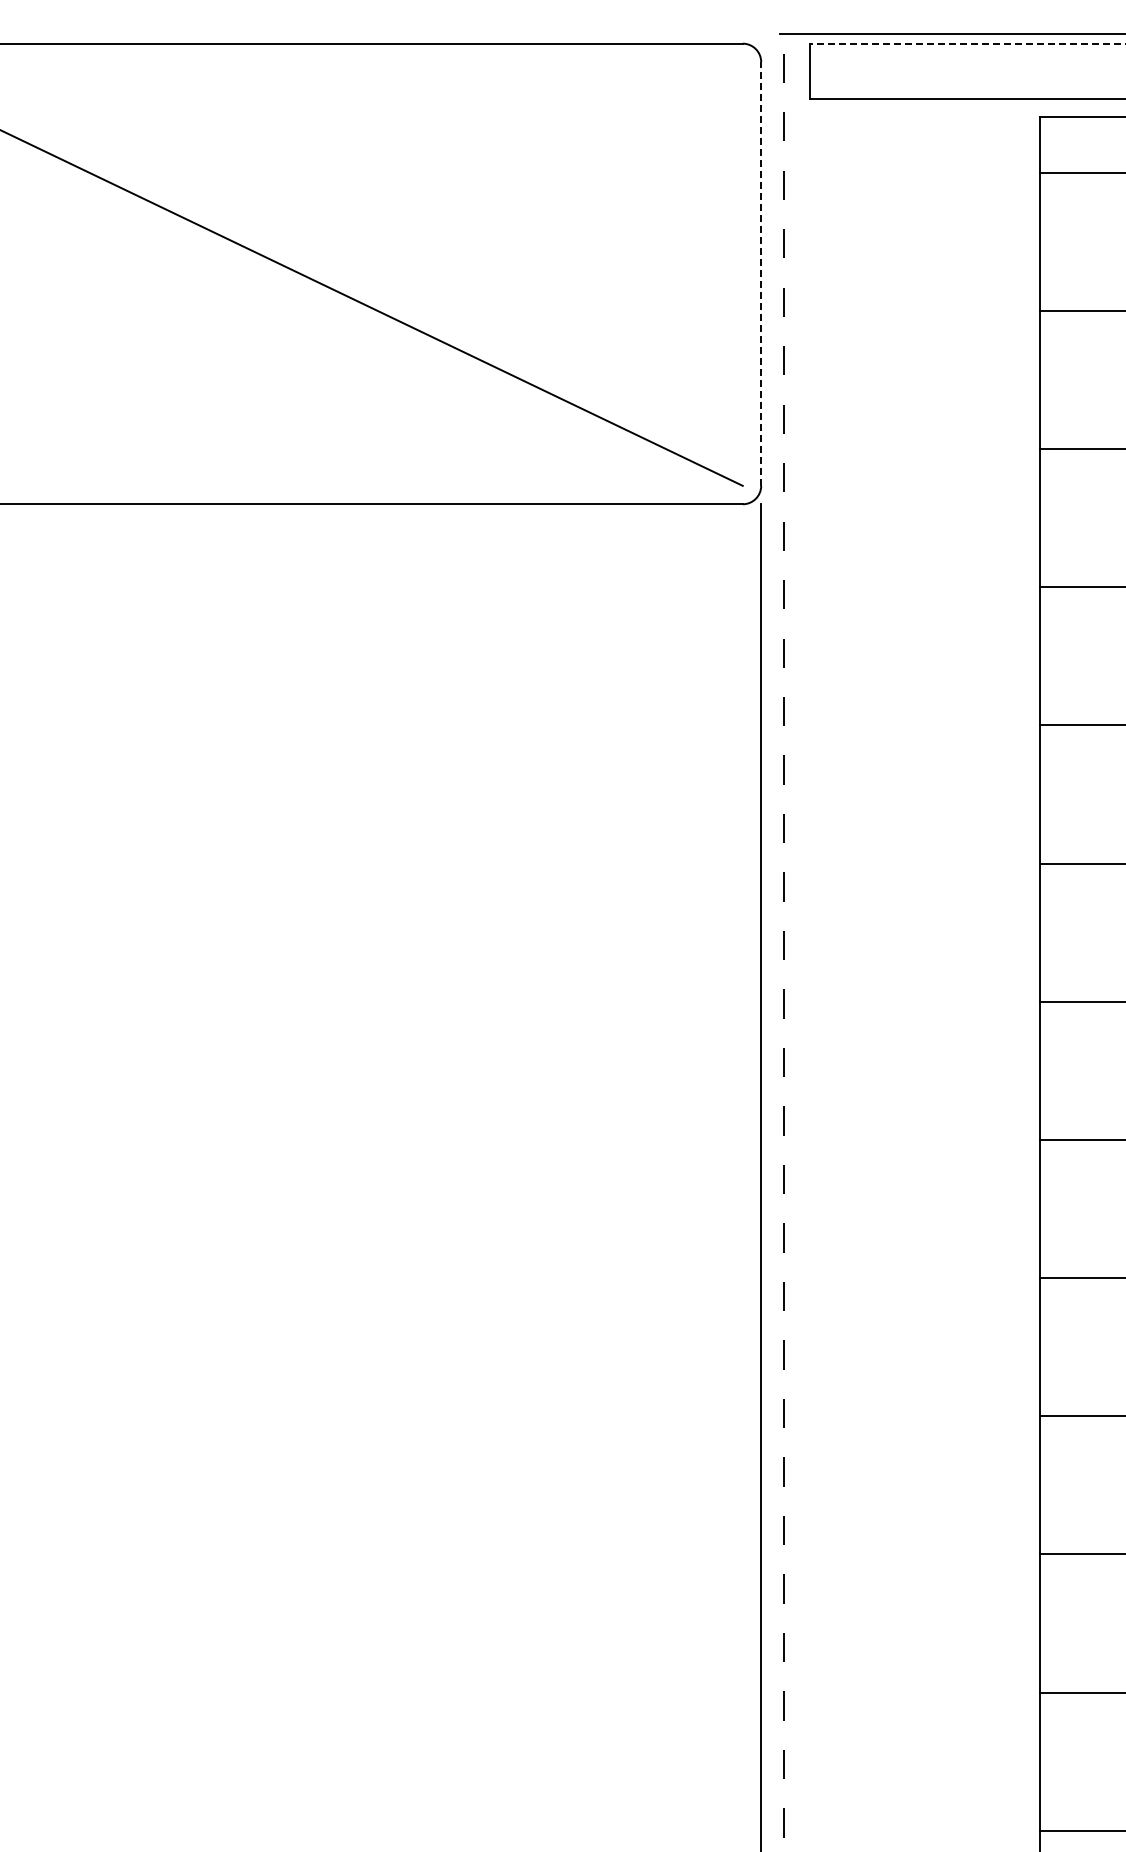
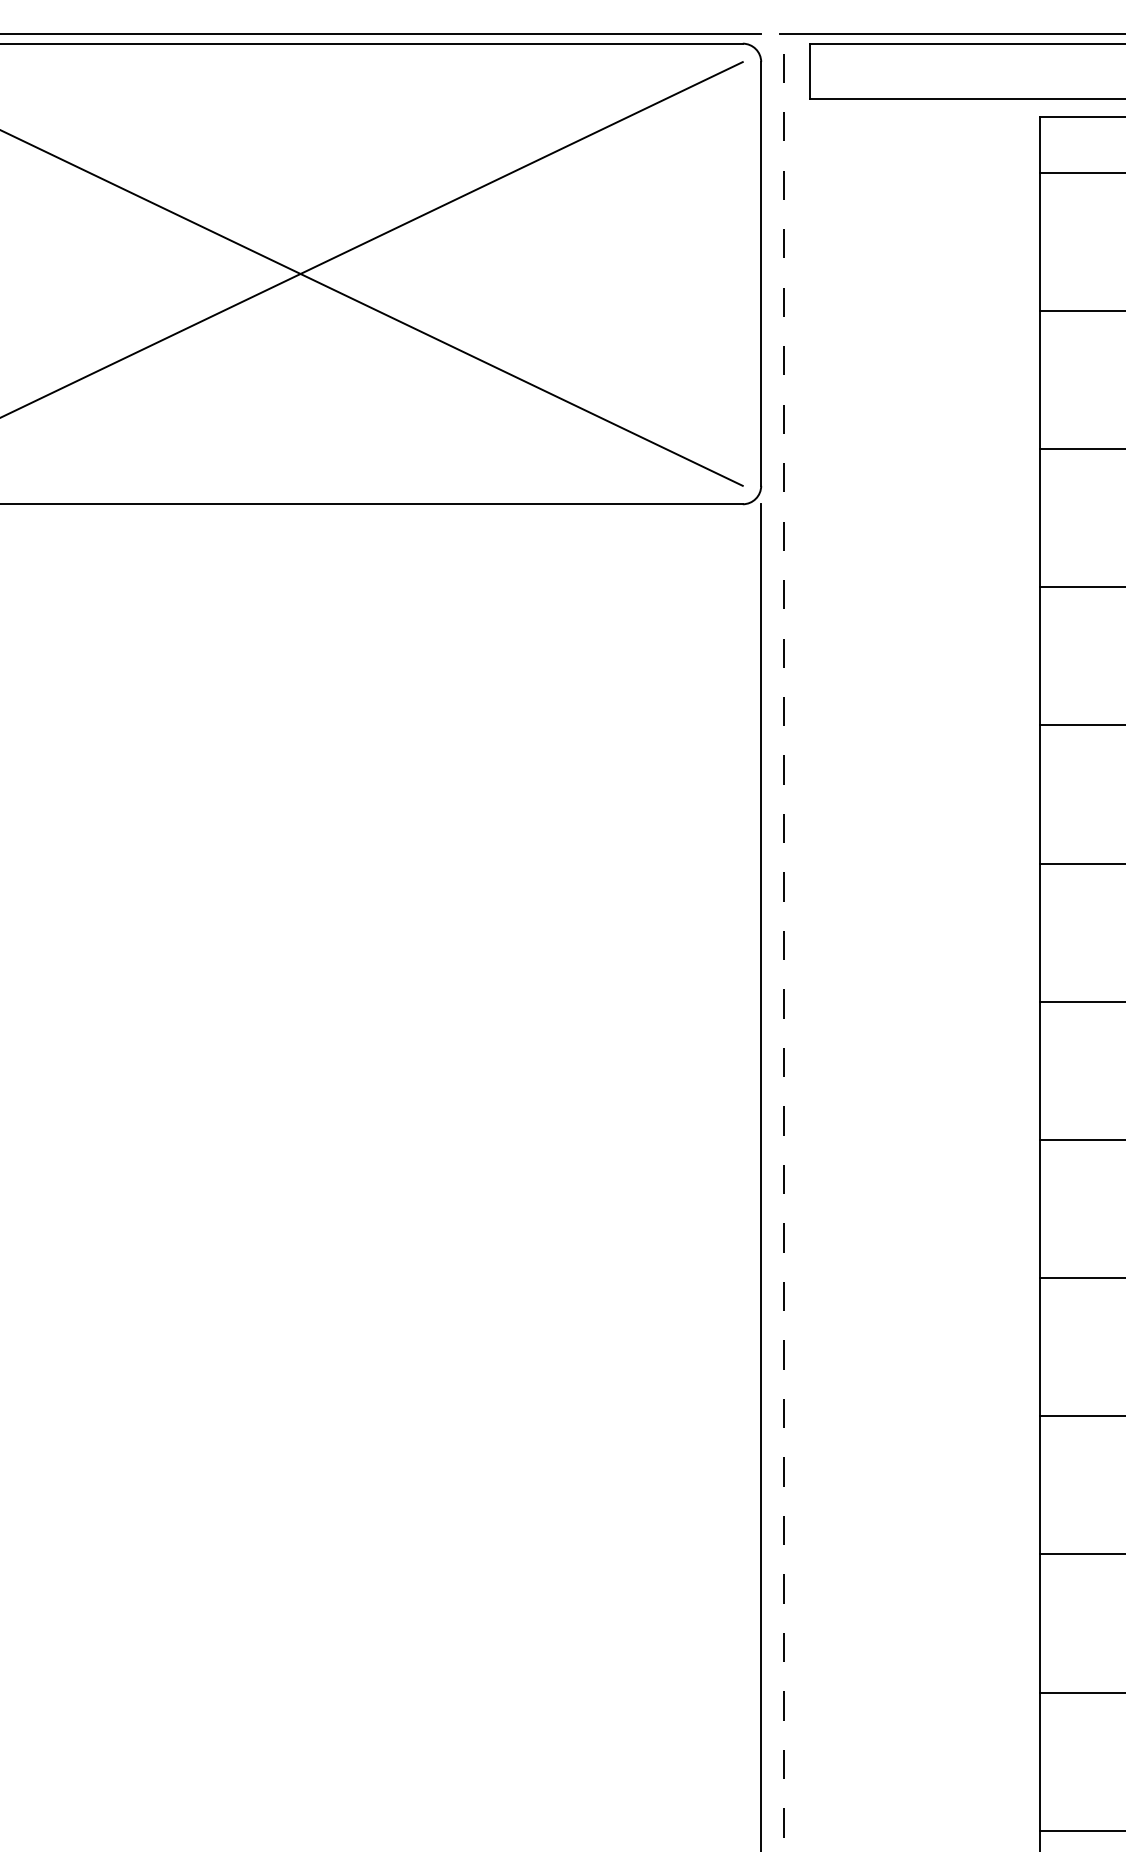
line at (381, 34): none -> present
line at (967, 43): dashed -> solid
line at (372, 239): none -> present
line at (761, 273): dashed -> solid
